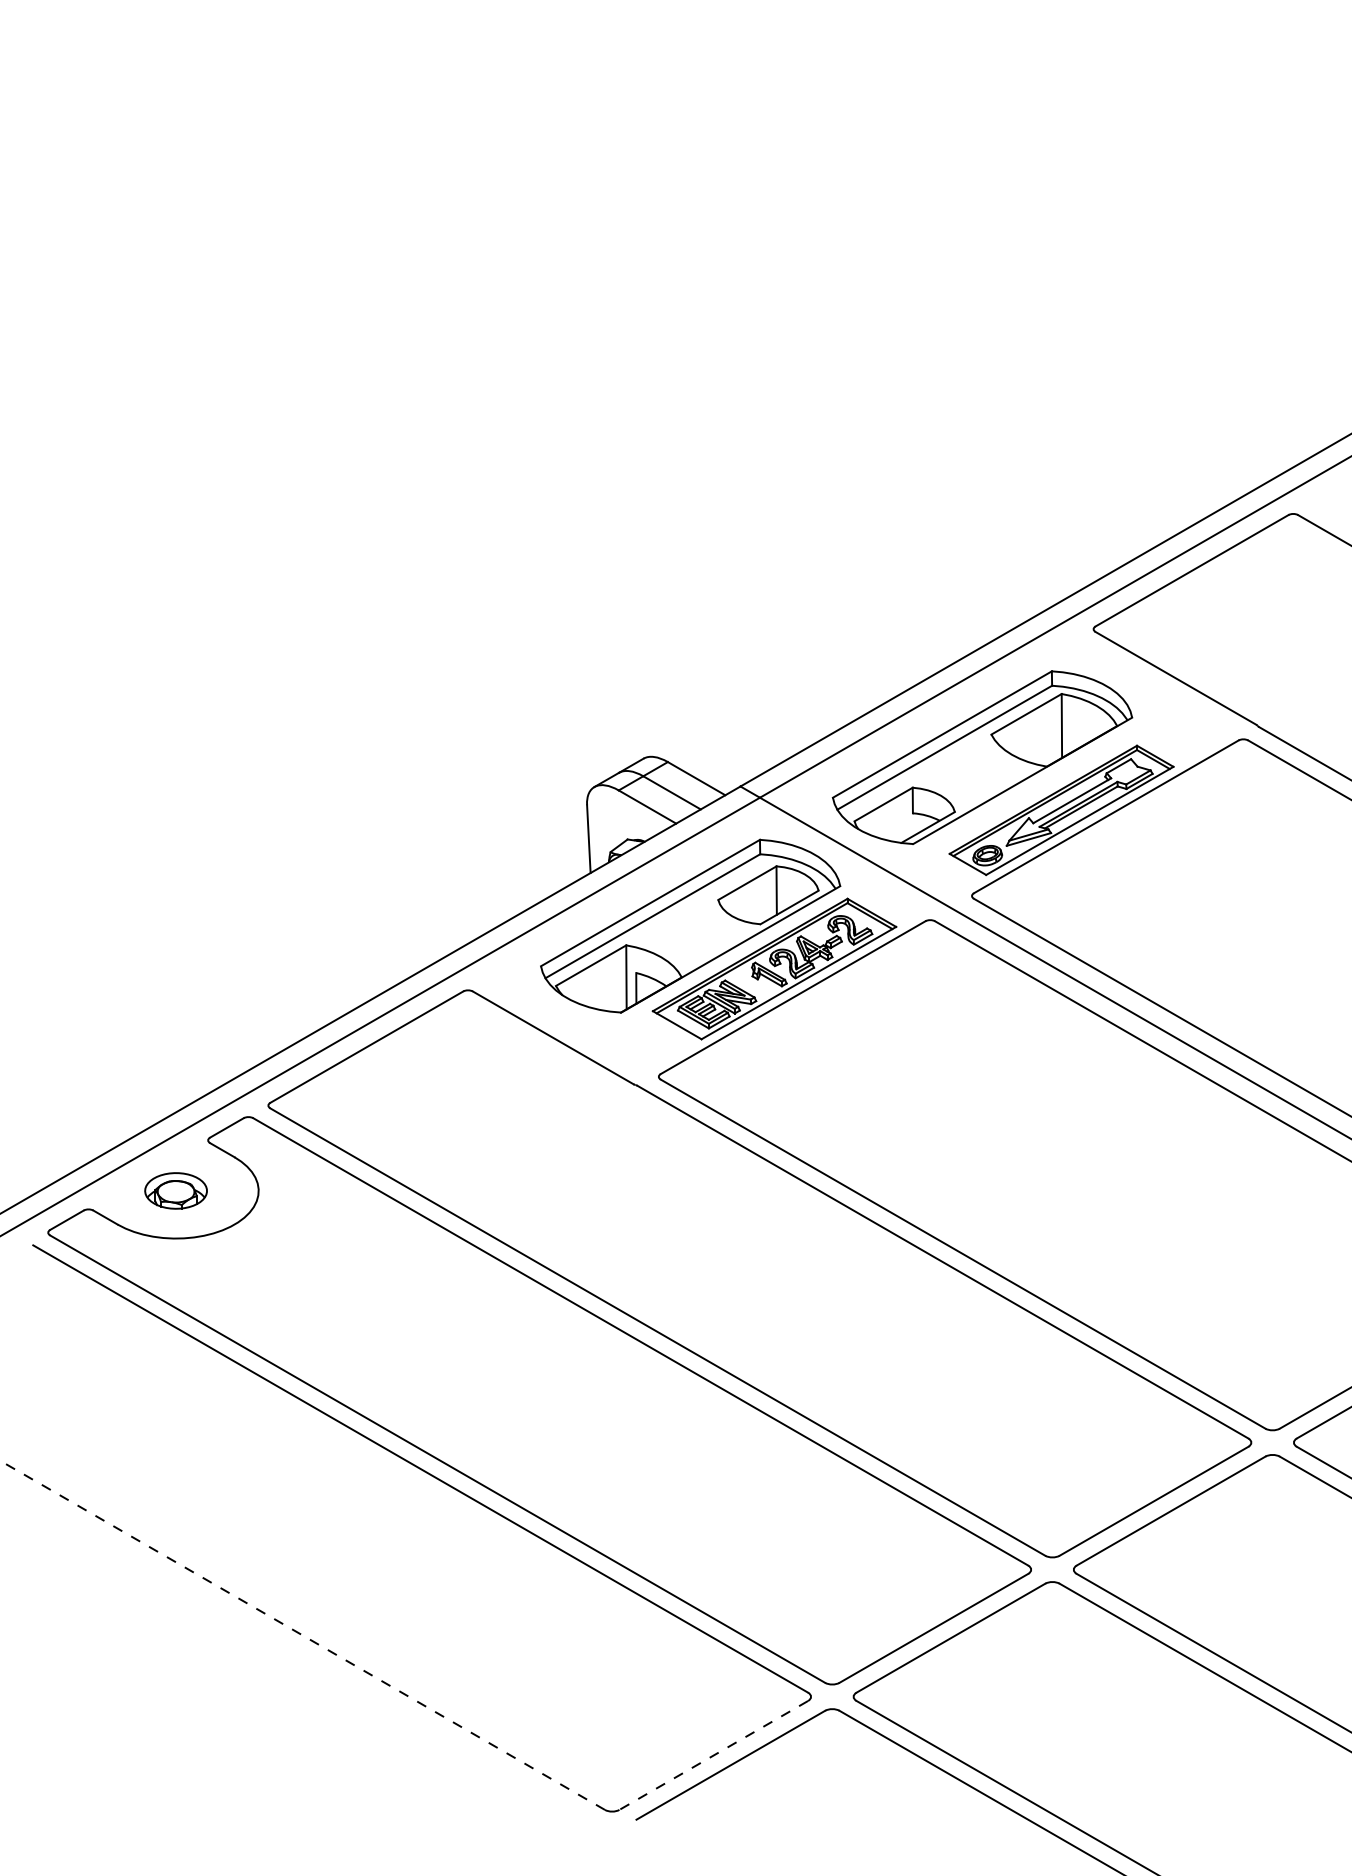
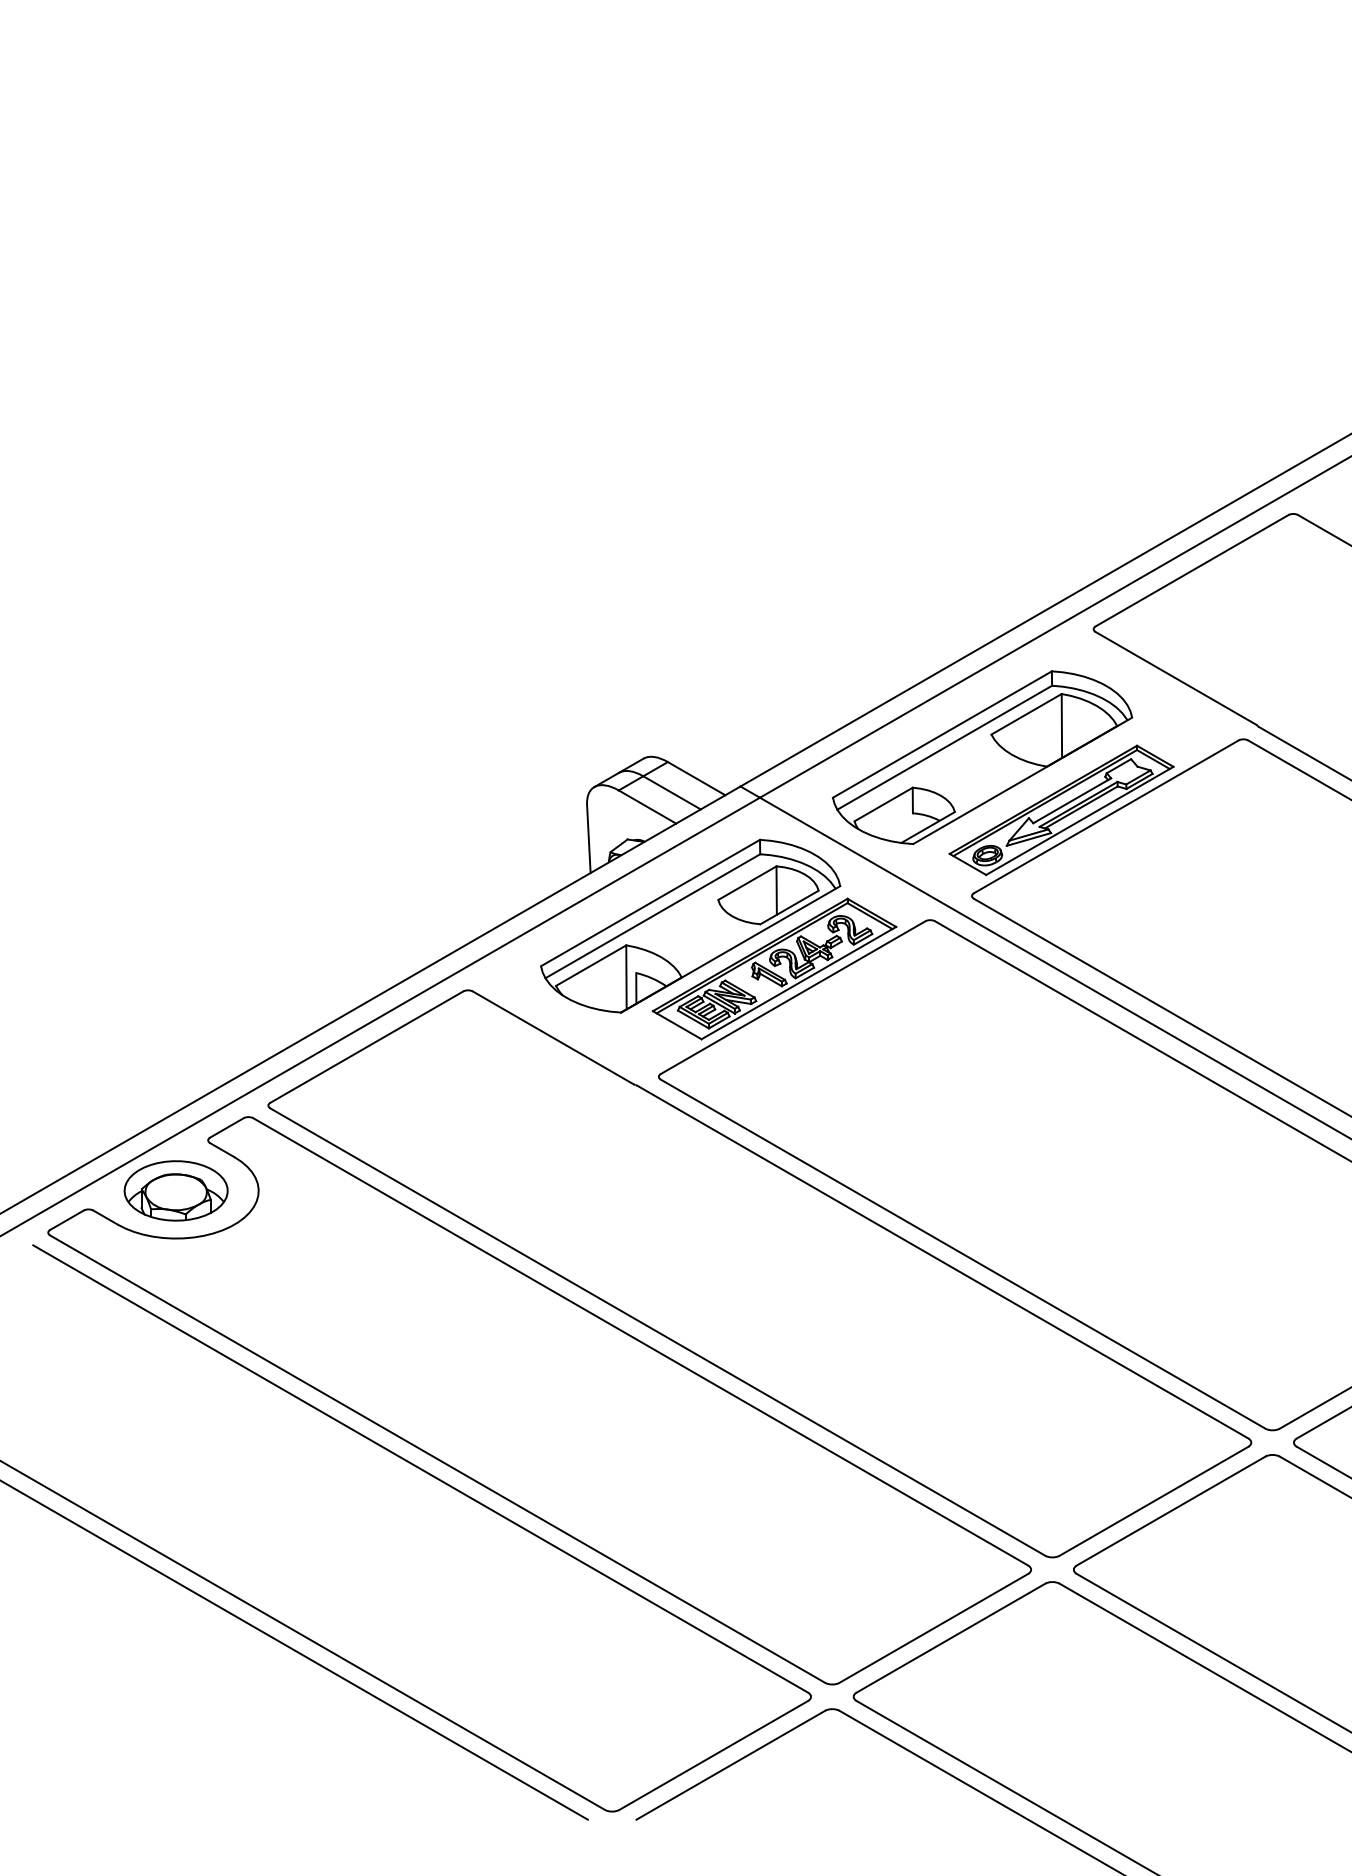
part at (175, 1190) size: 64x38 px -> 106x62 px
line at (302, 1635): dashed -> solid
line at (294, 1650): none -> present
line at (713, 1755): dashed -> solid
